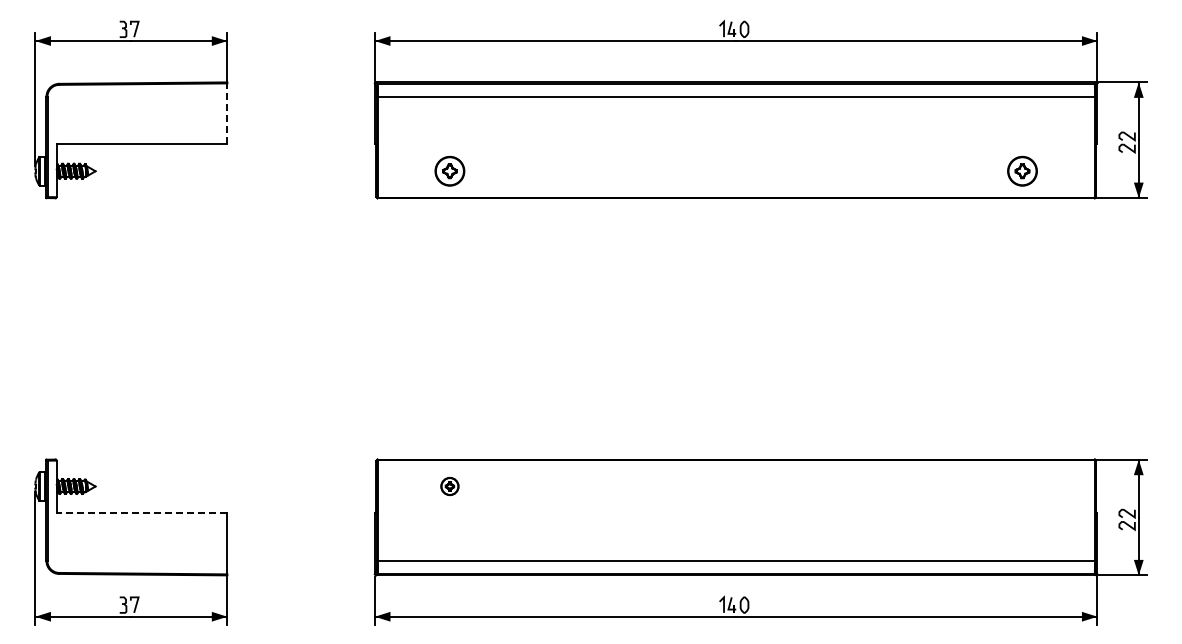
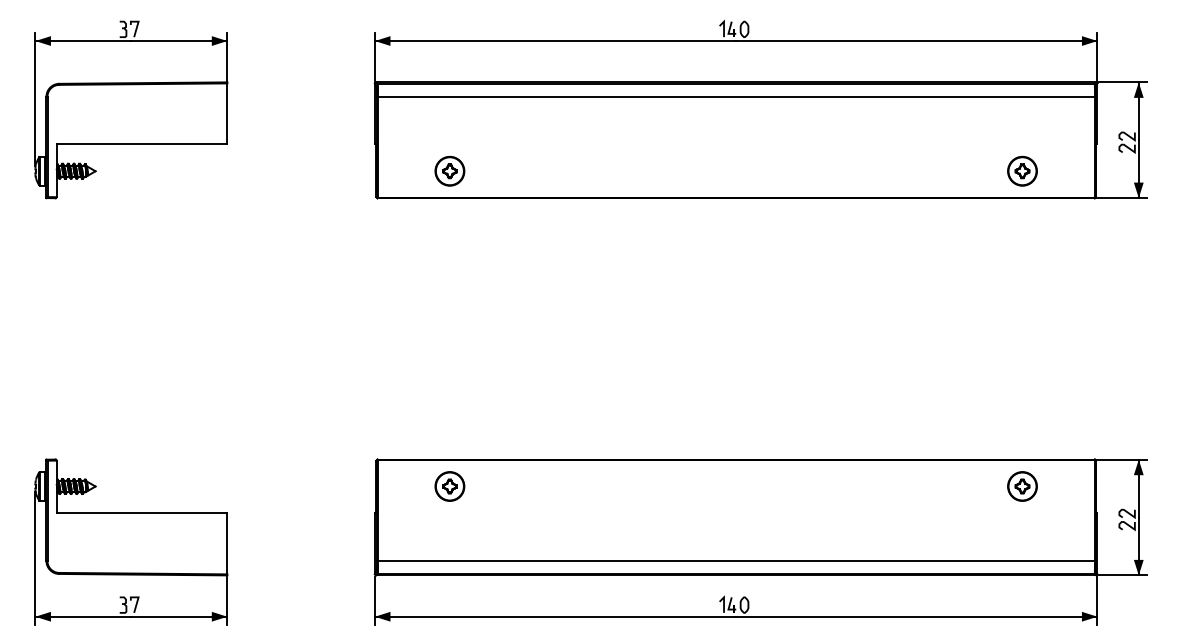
line at (227, 113): dashed -> solid
part at (449, 486) size: 20x20 px -> 32x31 px
part at (1022, 486): none -> present
line at (141, 513): dashed -> solid
